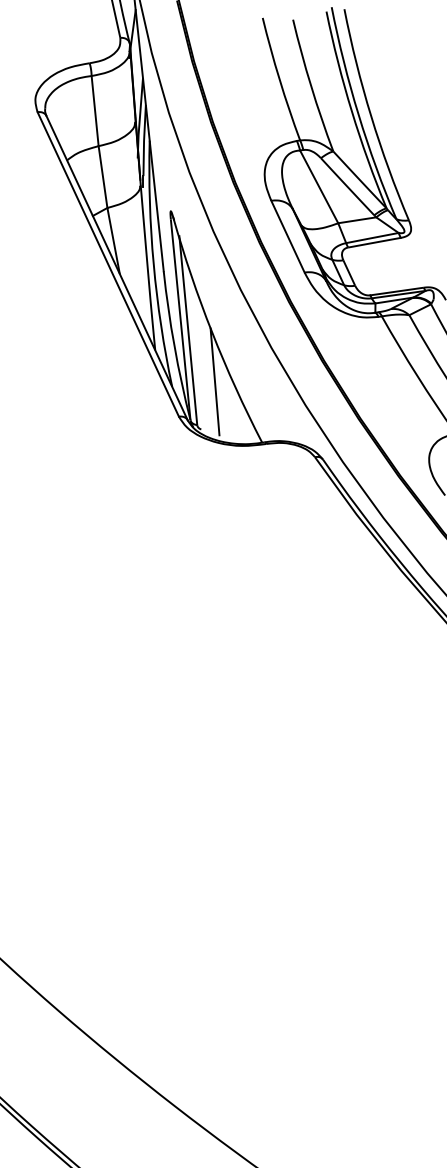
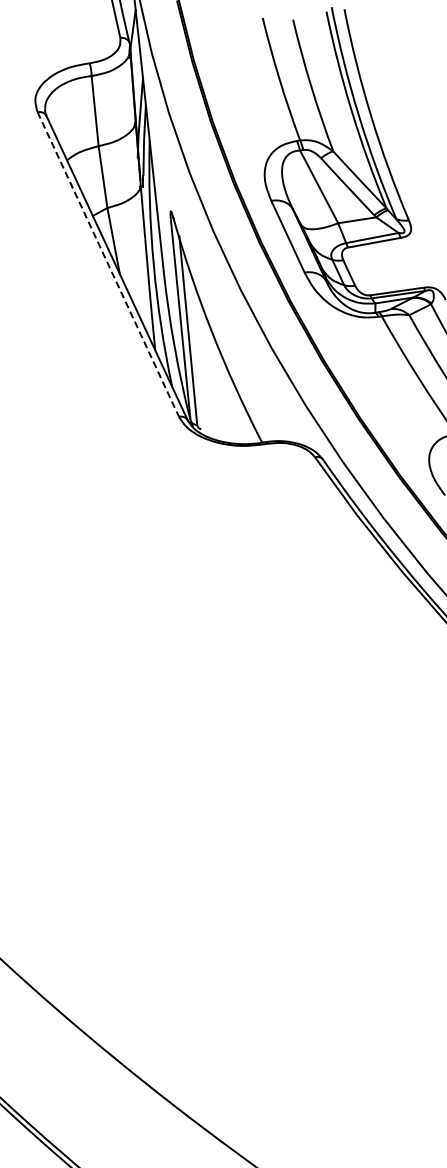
line at (108, 264): solid -> dashed
line at (214, 381): present -> none
